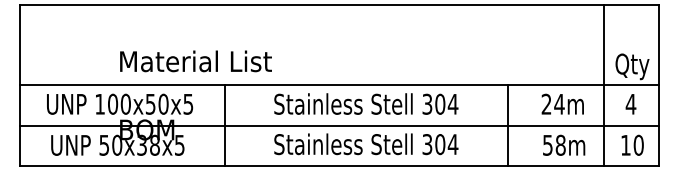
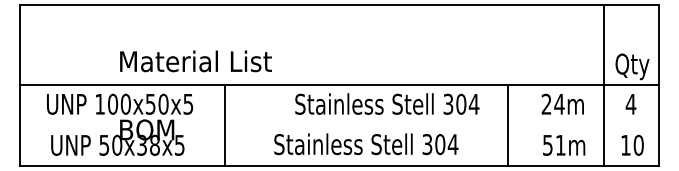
text at (366, 103) position: (366, 103) -> (387, 103)
line at (339, 125): present -> none
text at (560, 144): 58m -> 51m
